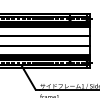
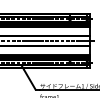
line at (48, 41): none -> present
